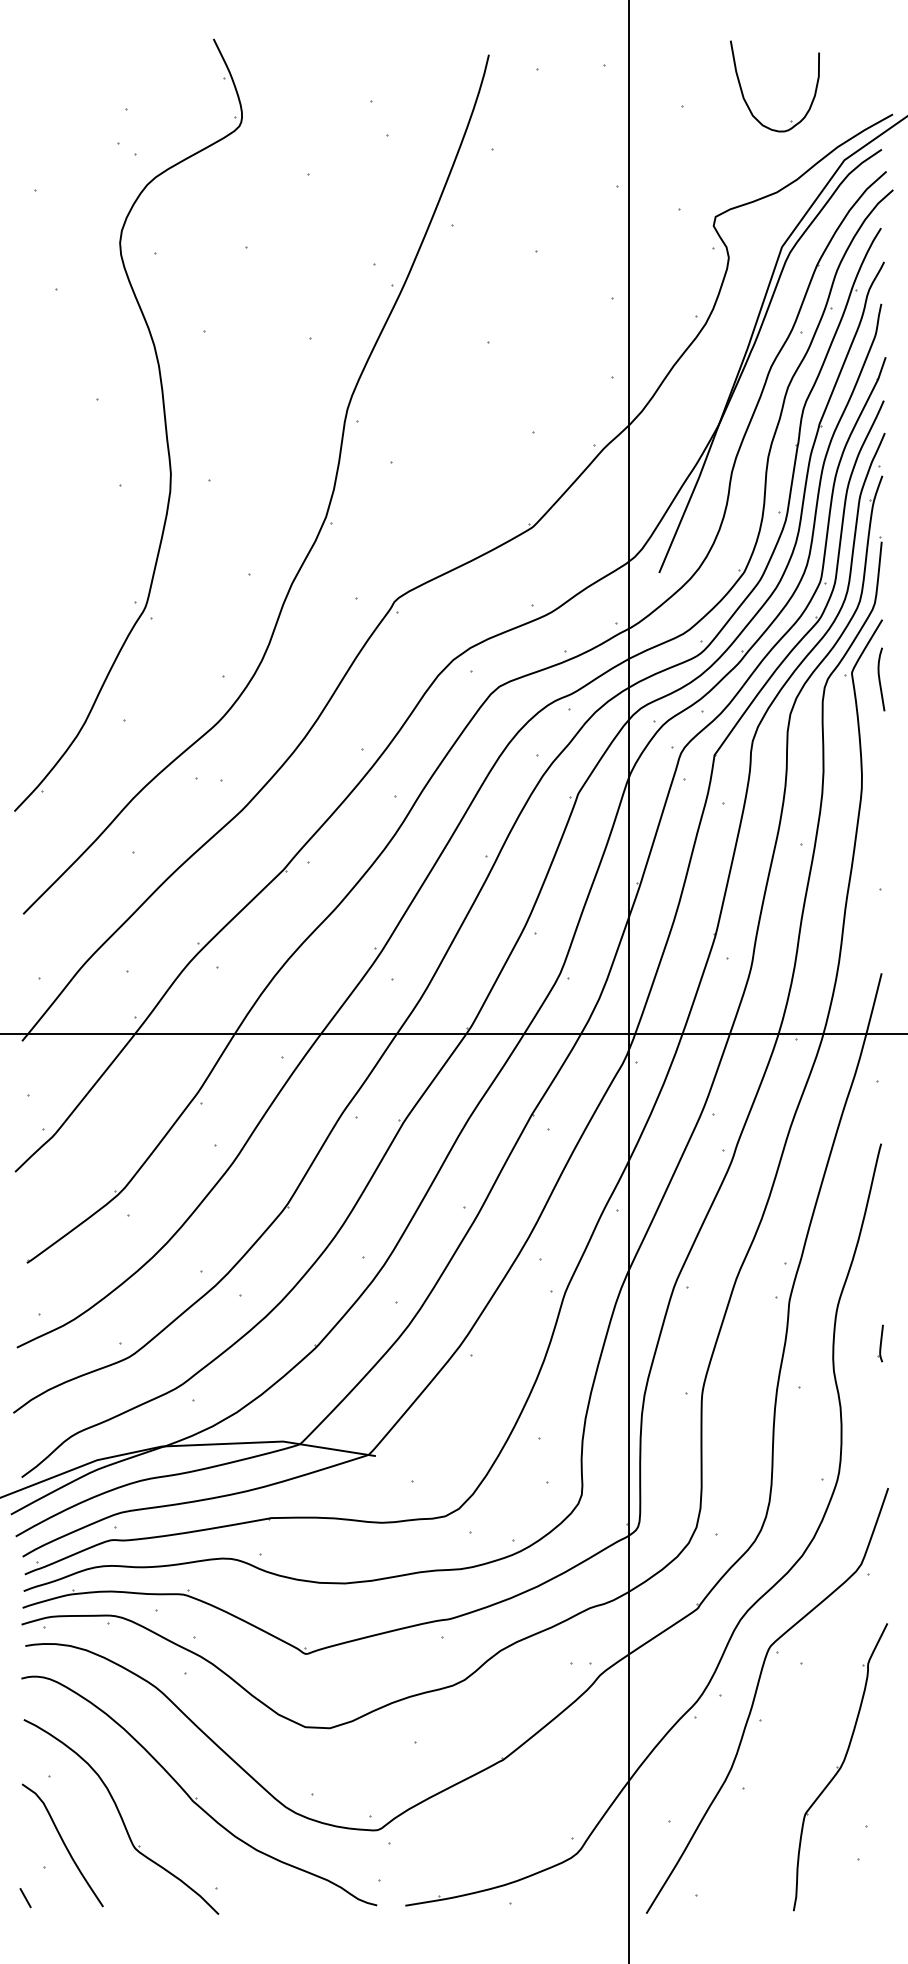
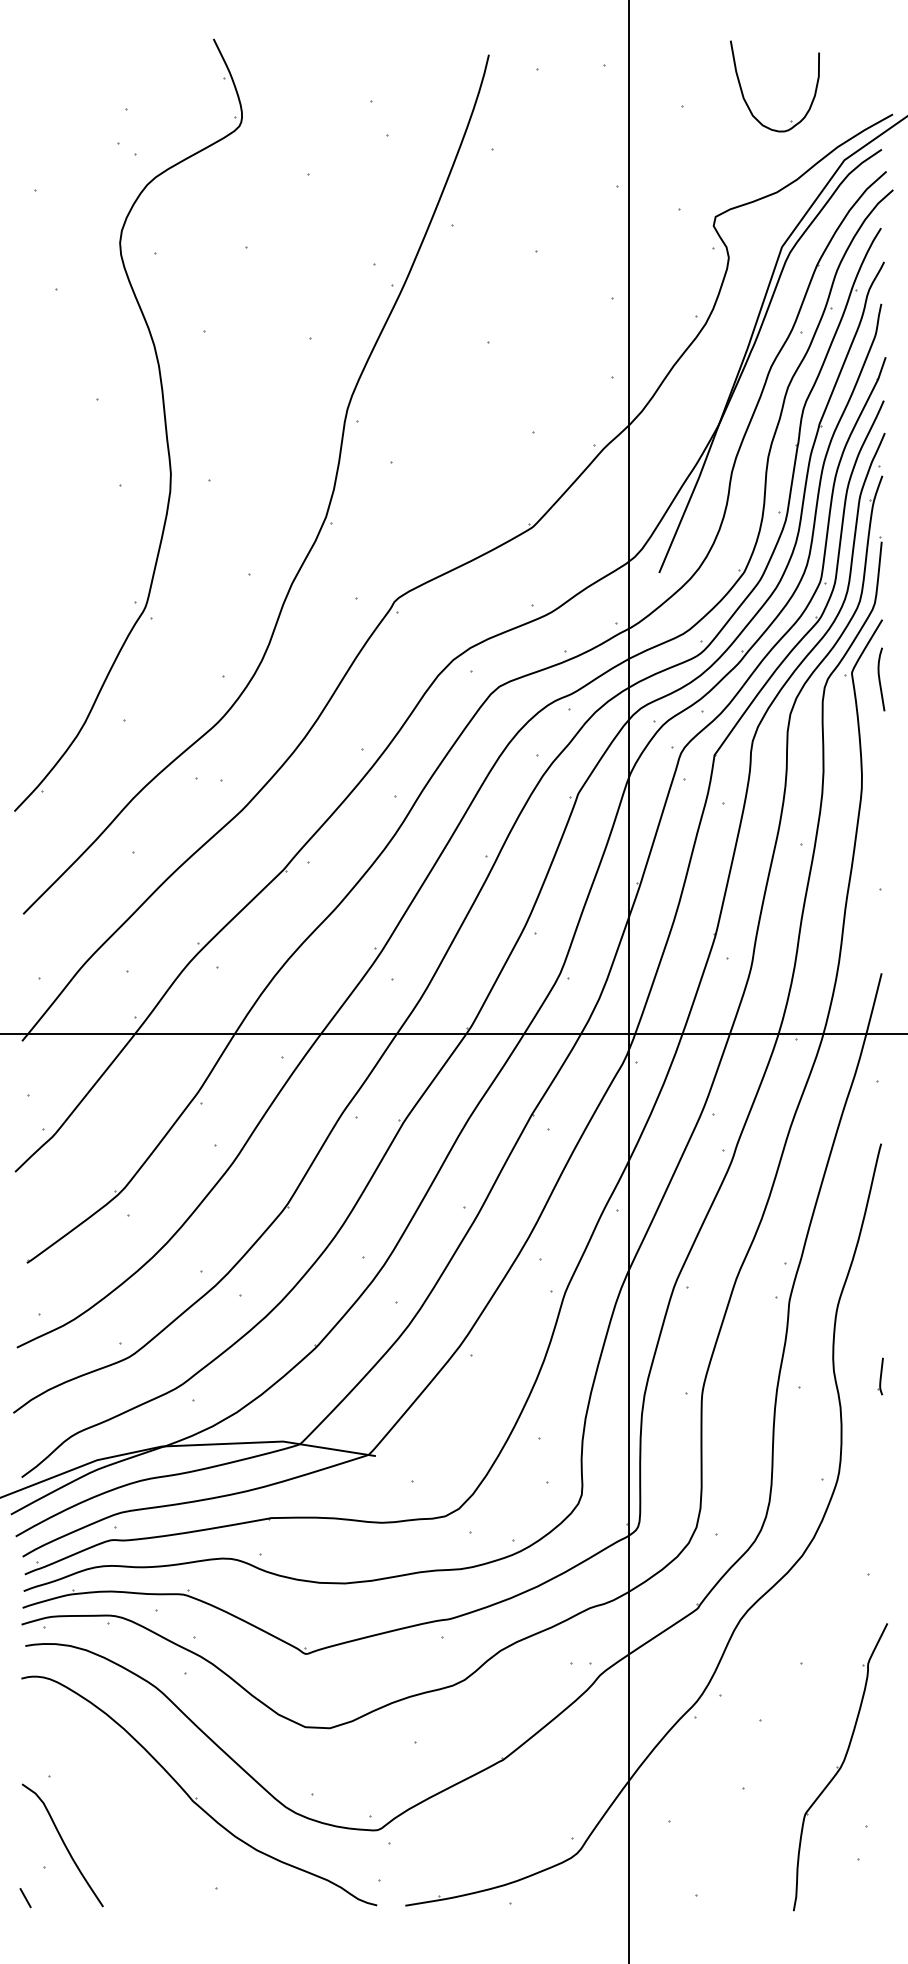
part at (880, 1343) position: (880, 1343) -> (880, 1376)
part at (755, 1698): present -> none
part at (121, 1816): present -> none
